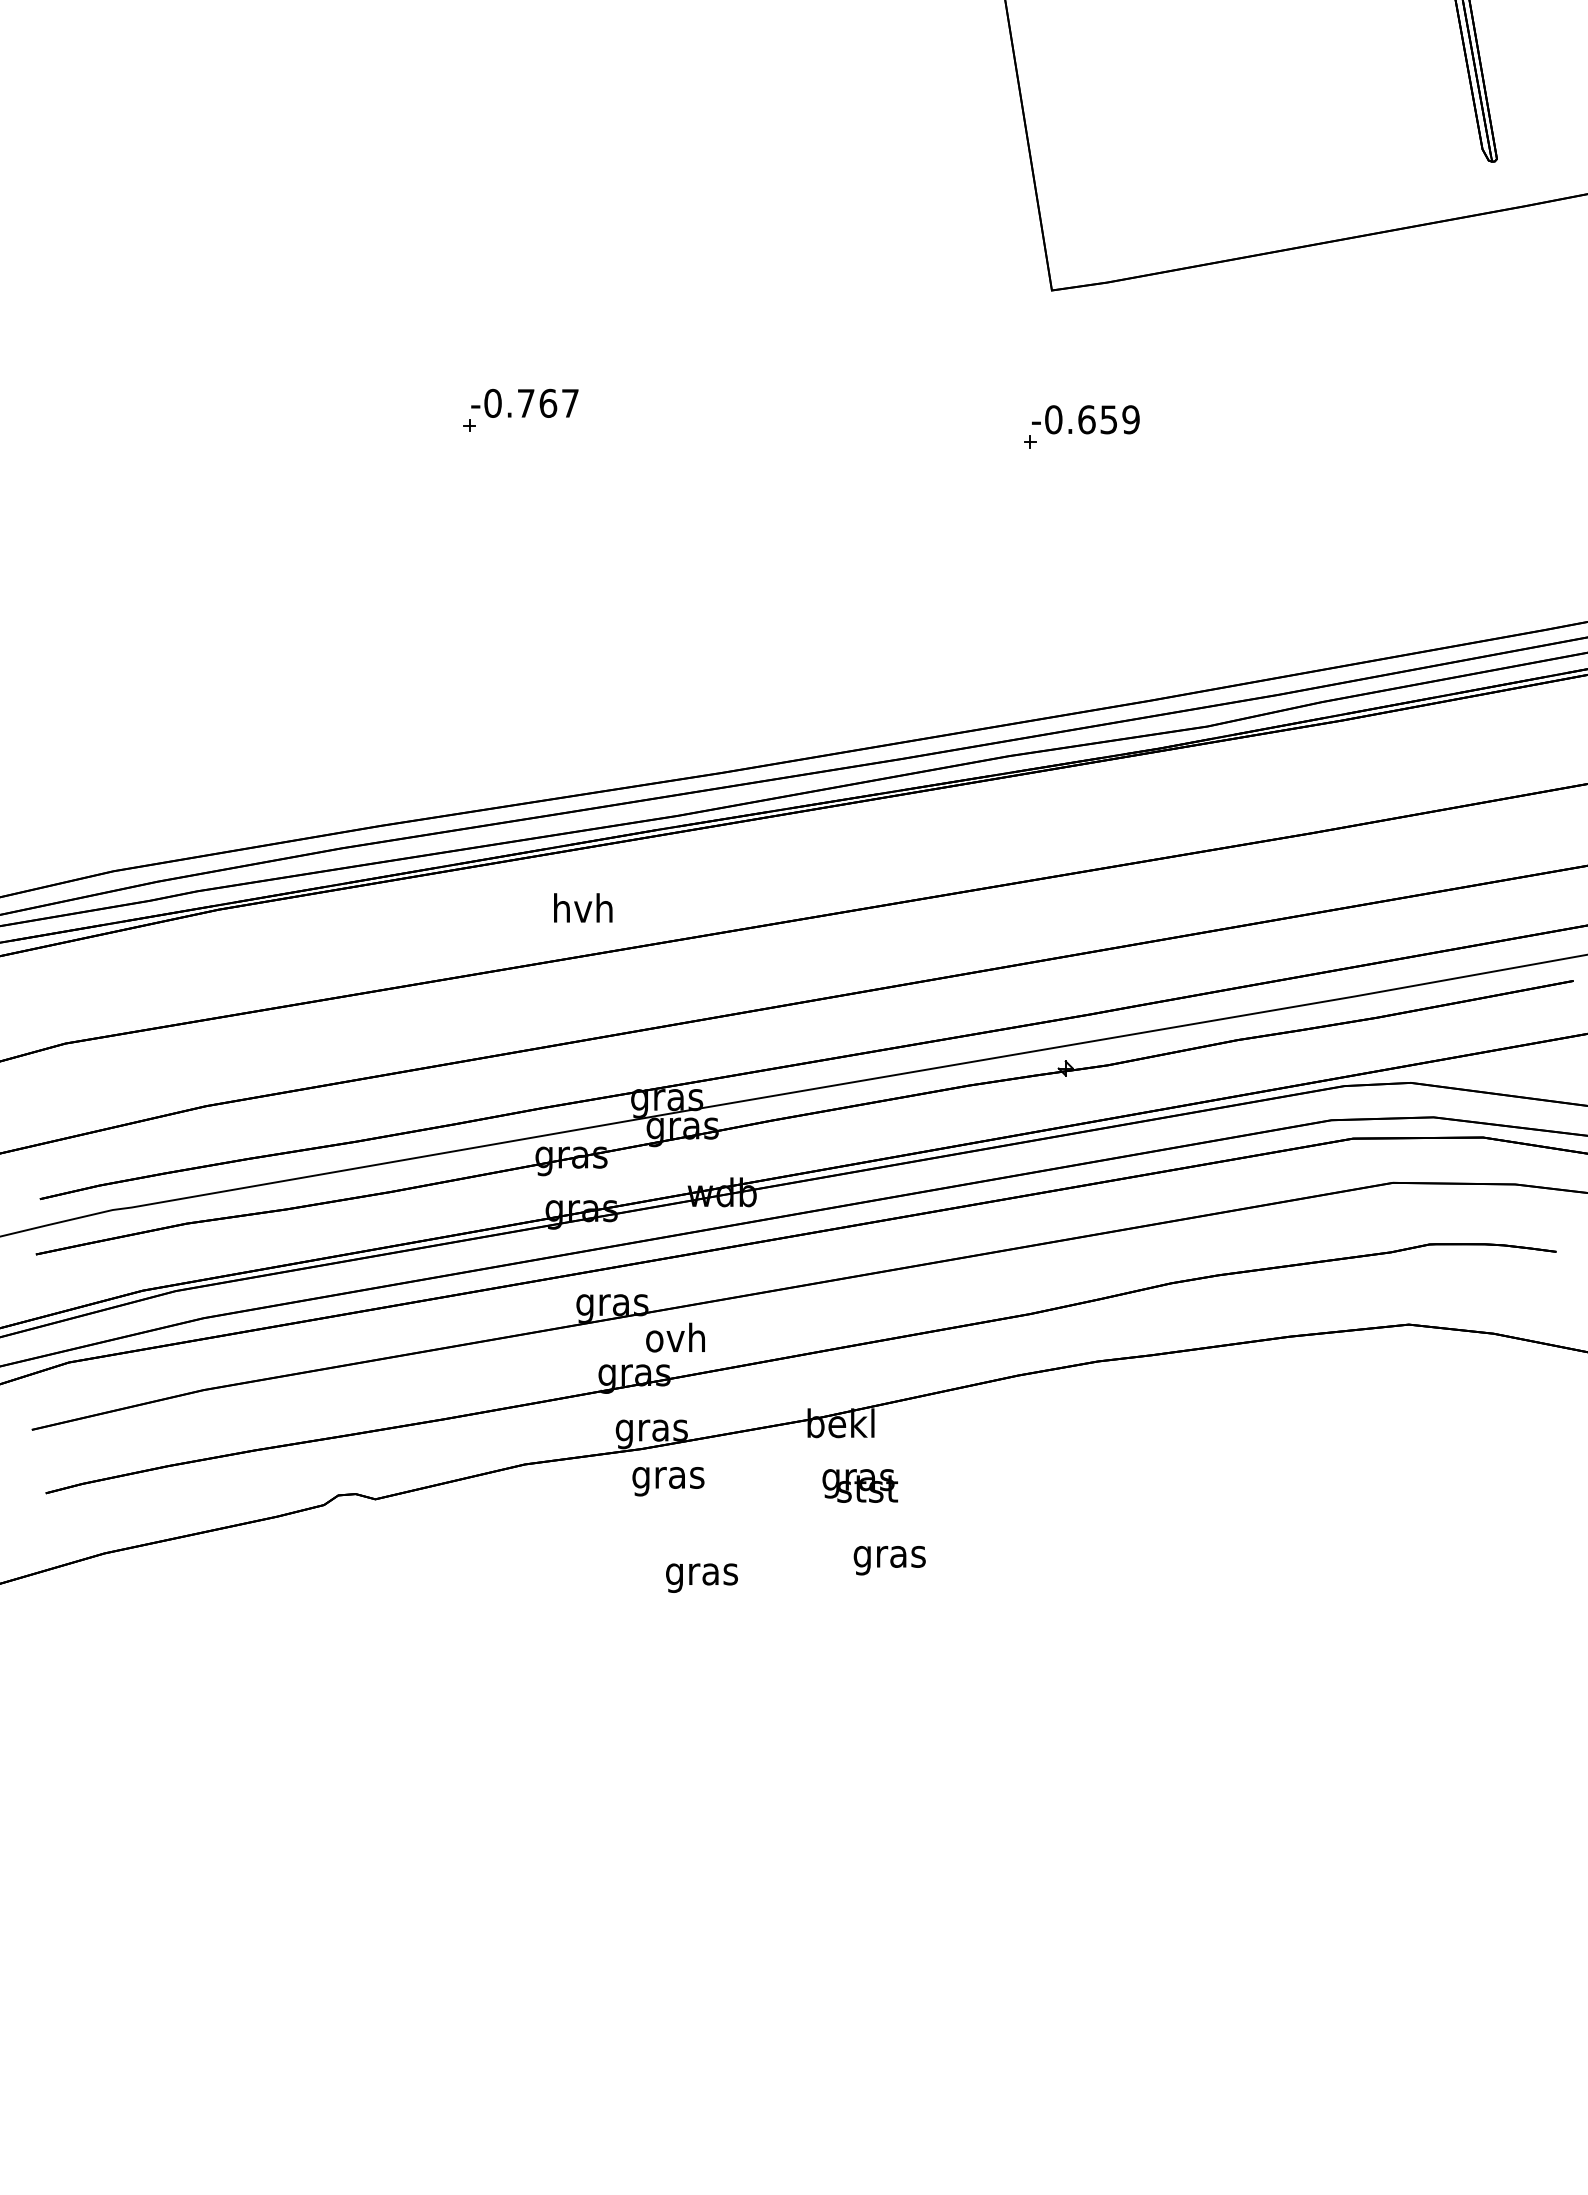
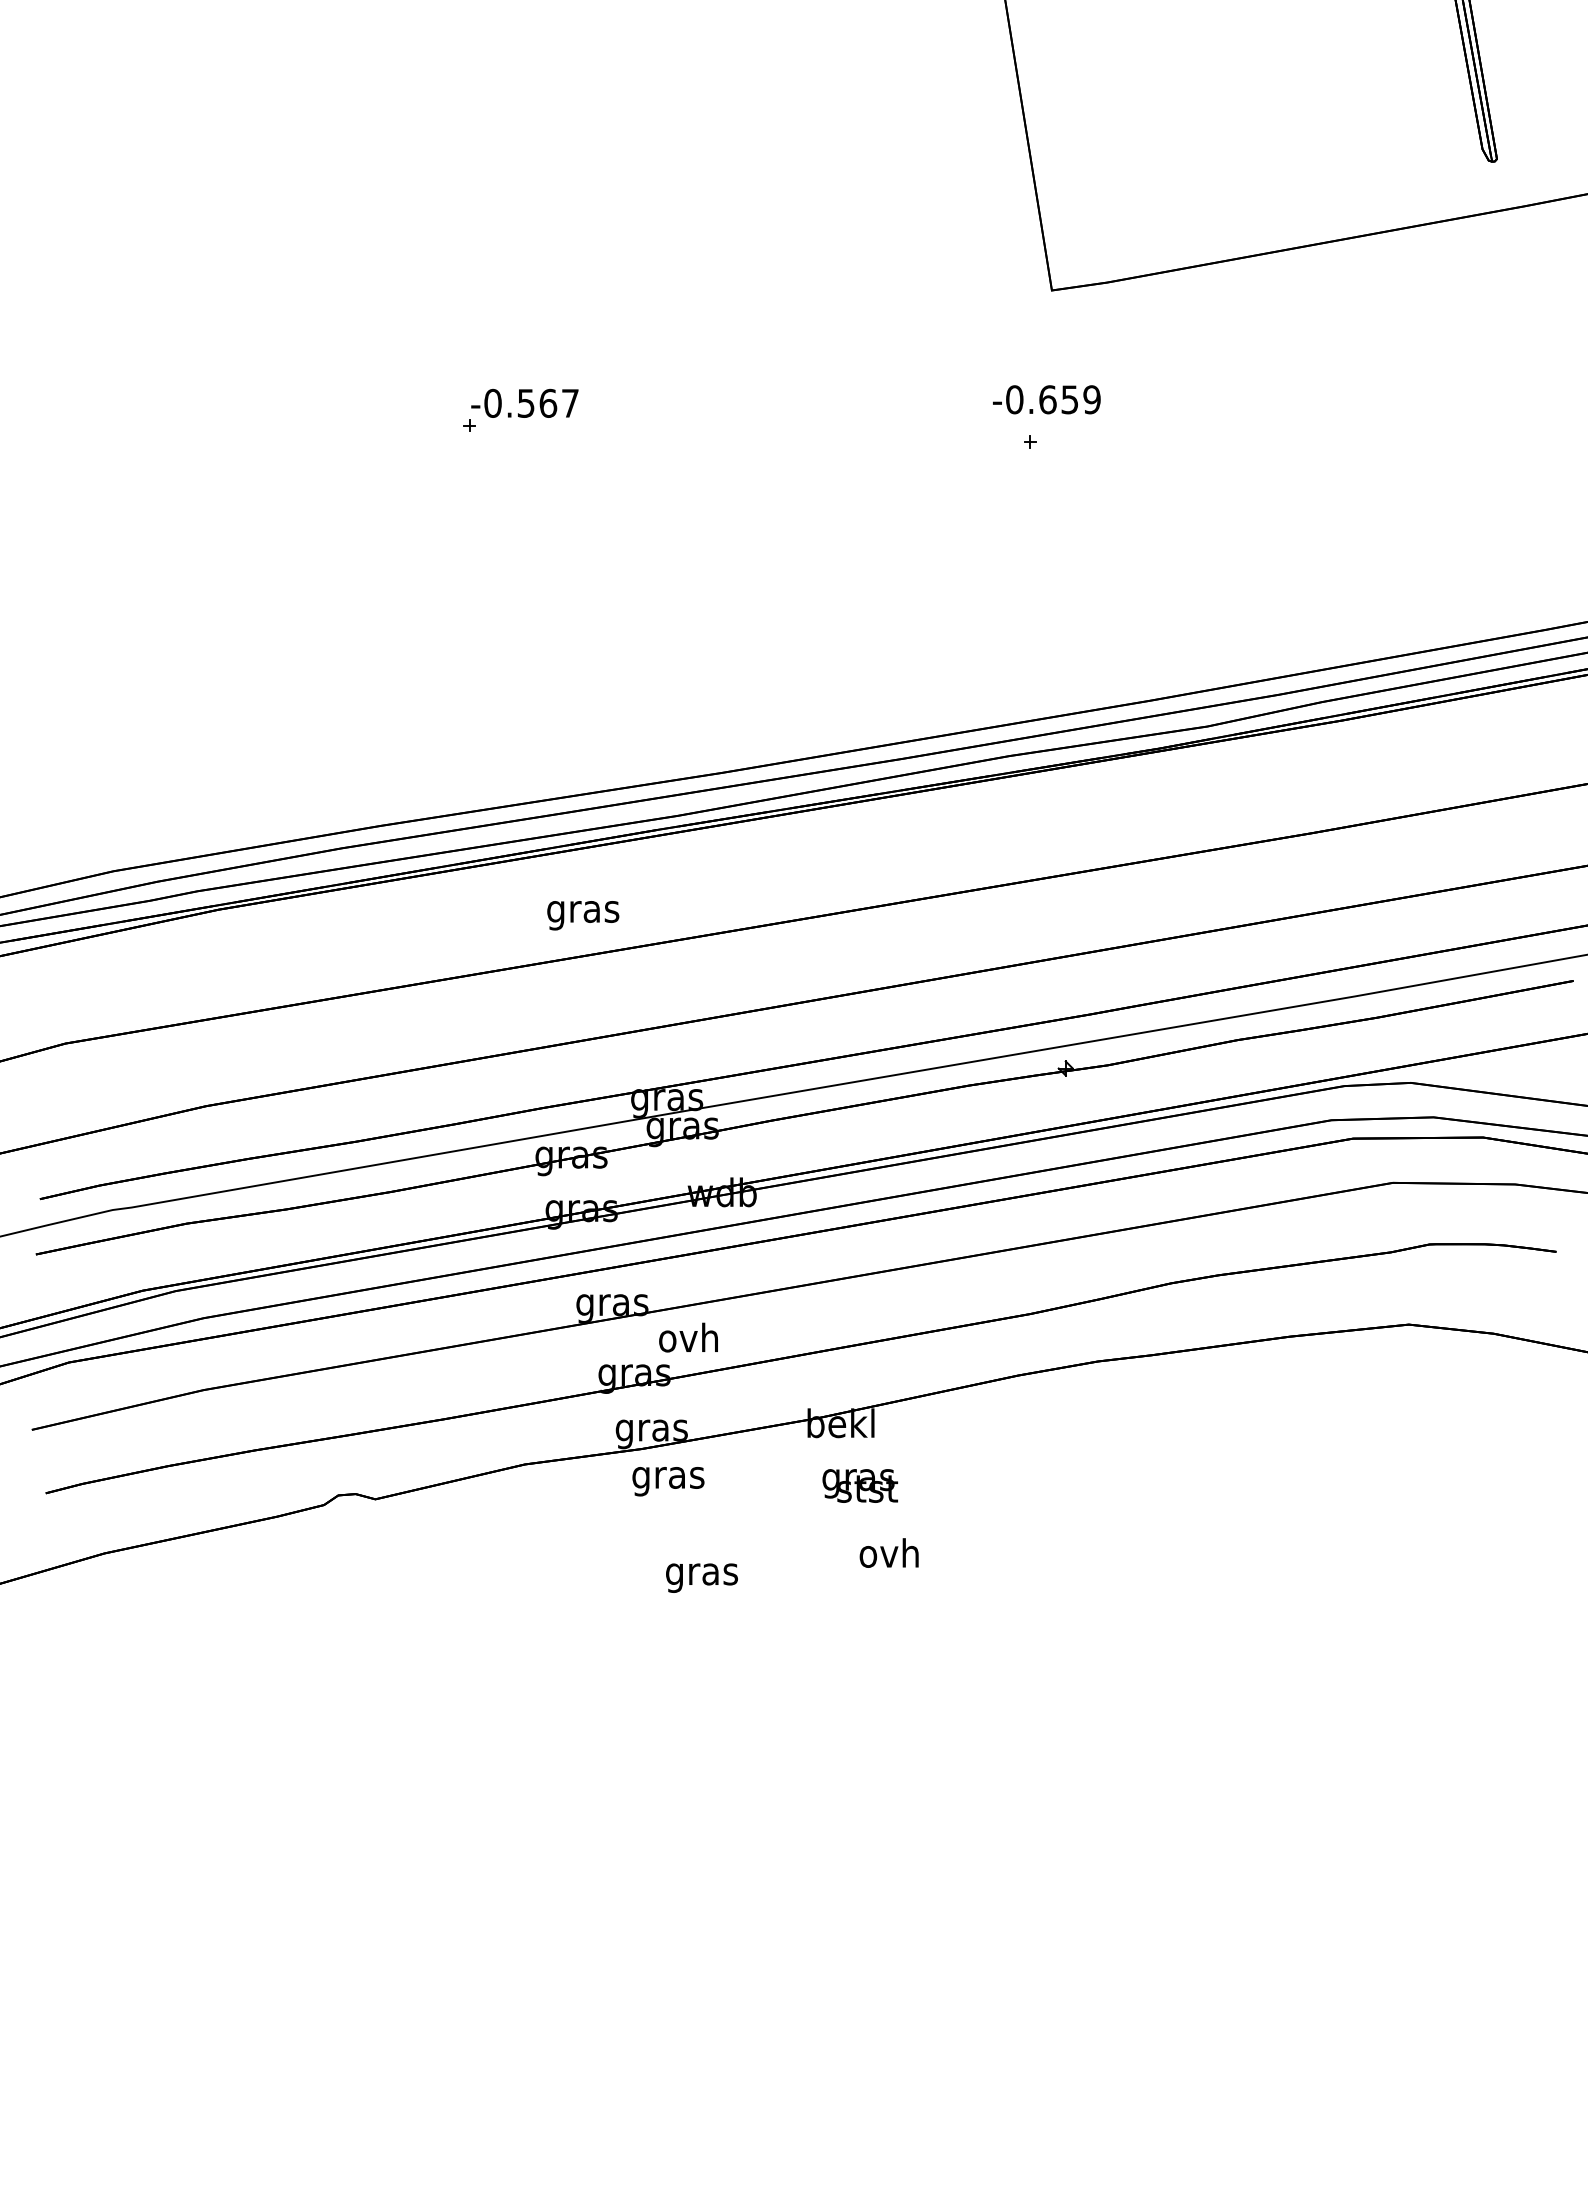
text at (525, 403): -0.767 -> -0.567
text at (1085, 419) position: (1085, 419) -> (1046, 399)
text at (583, 911): hvh -> gras
text at (675, 1337) position: (675, 1337) -> (688, 1337)
text at (889, 1556): gras -> ovh
